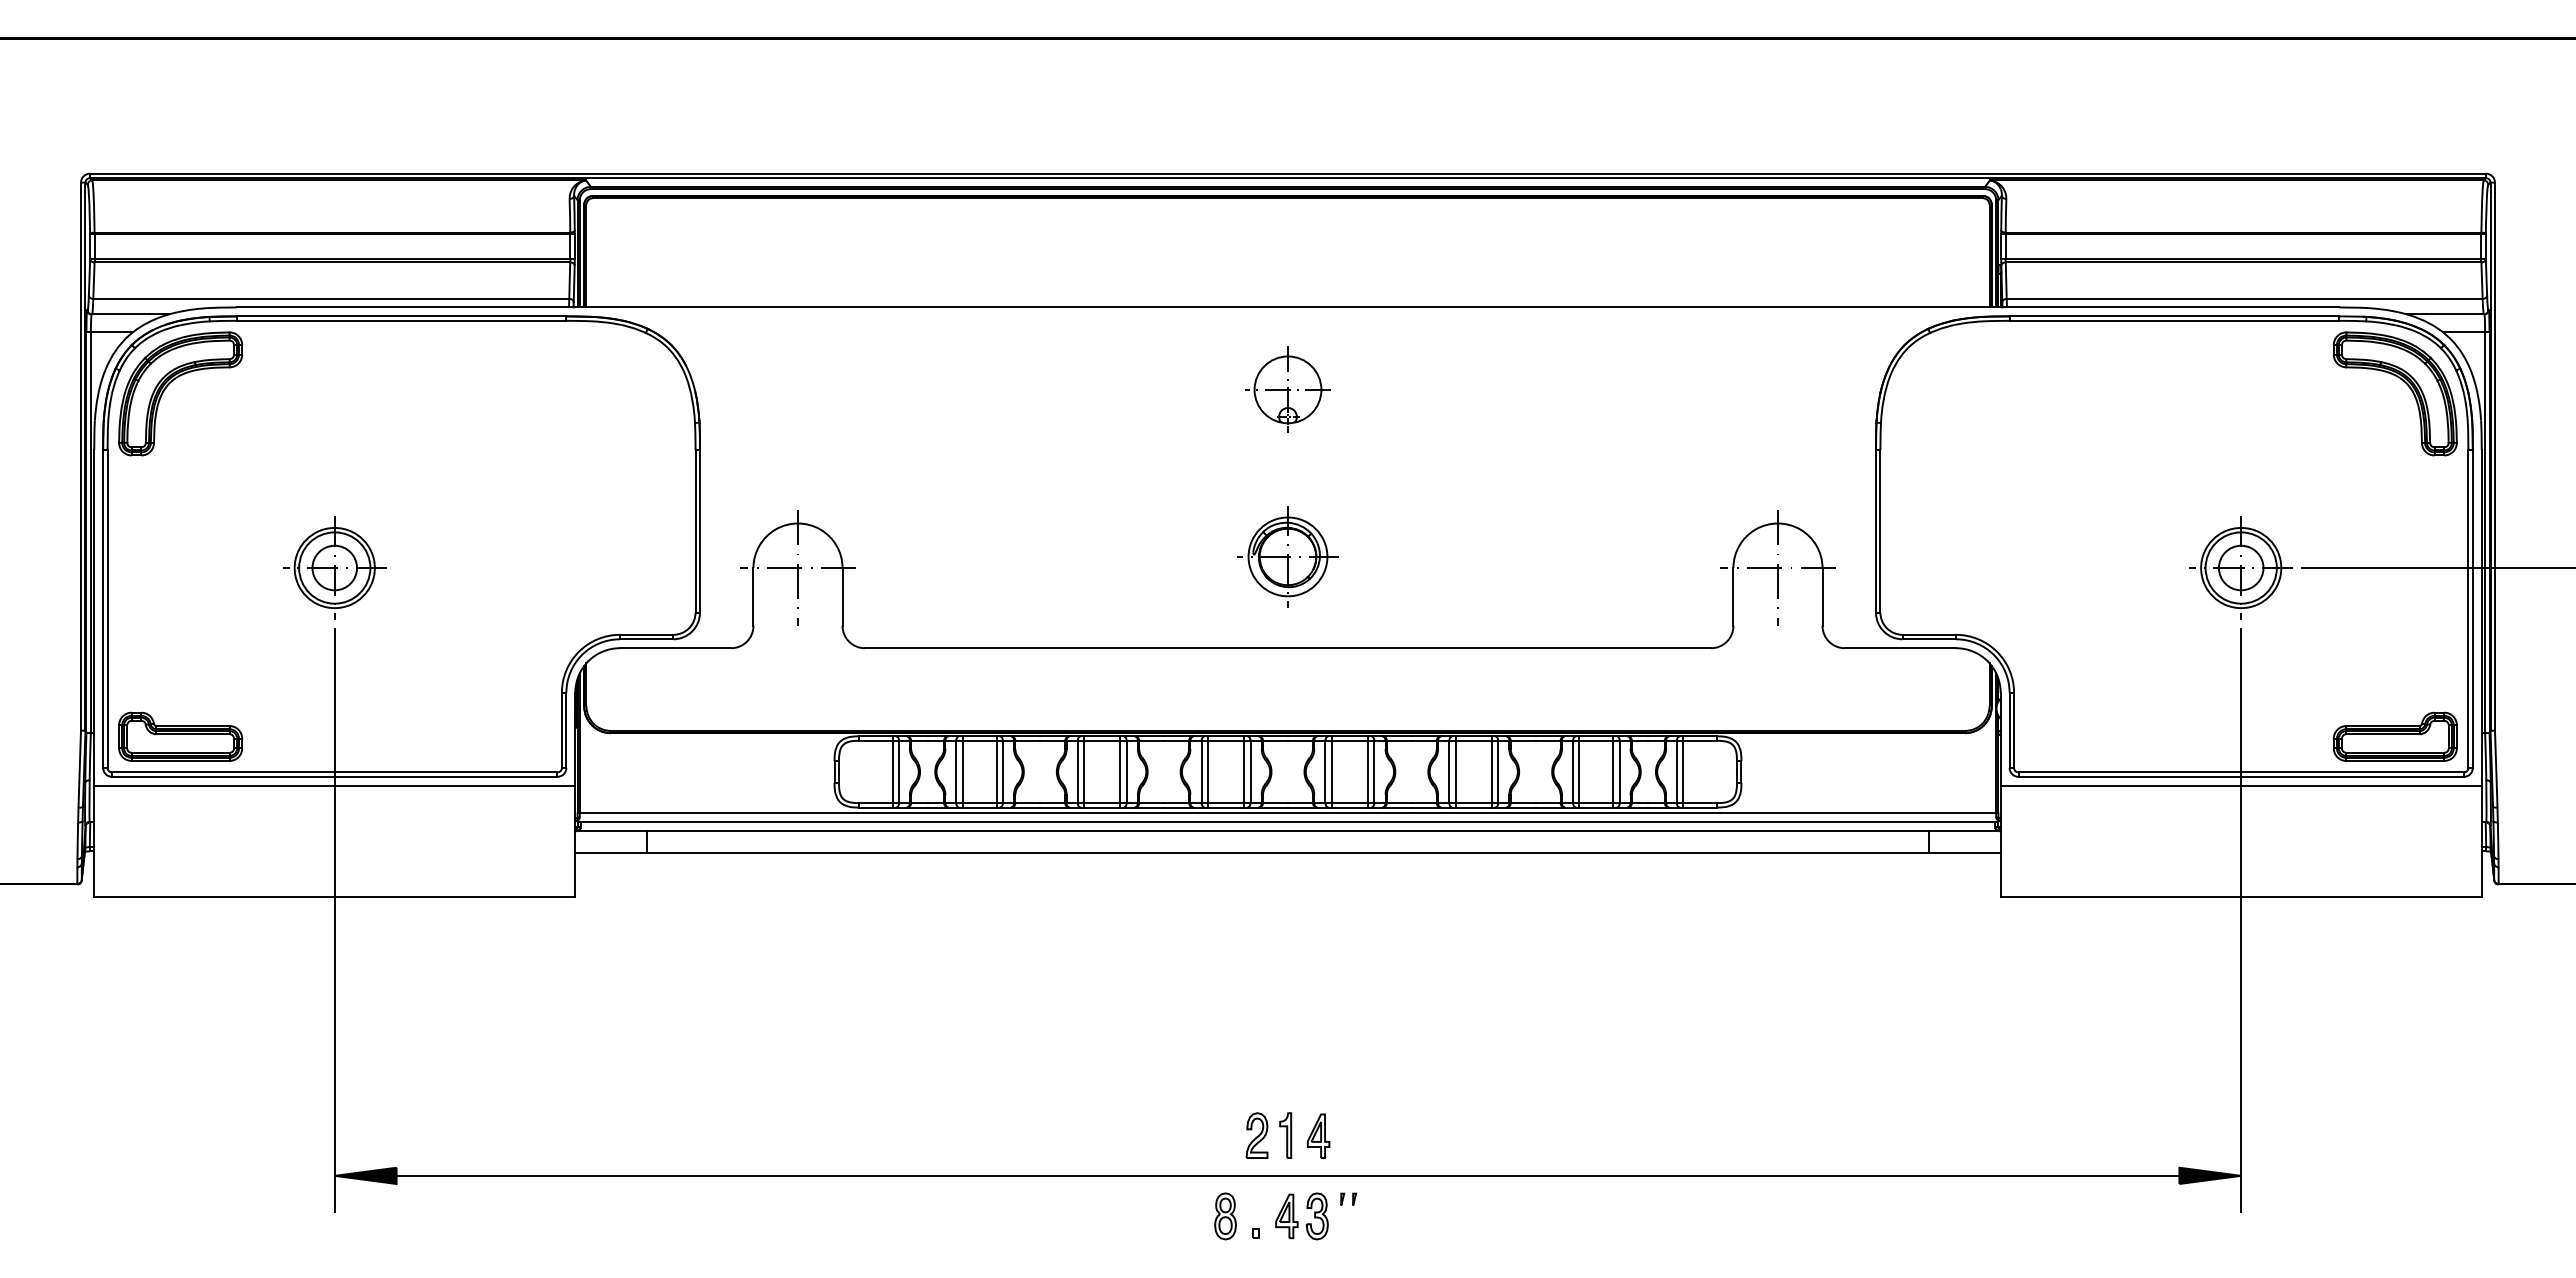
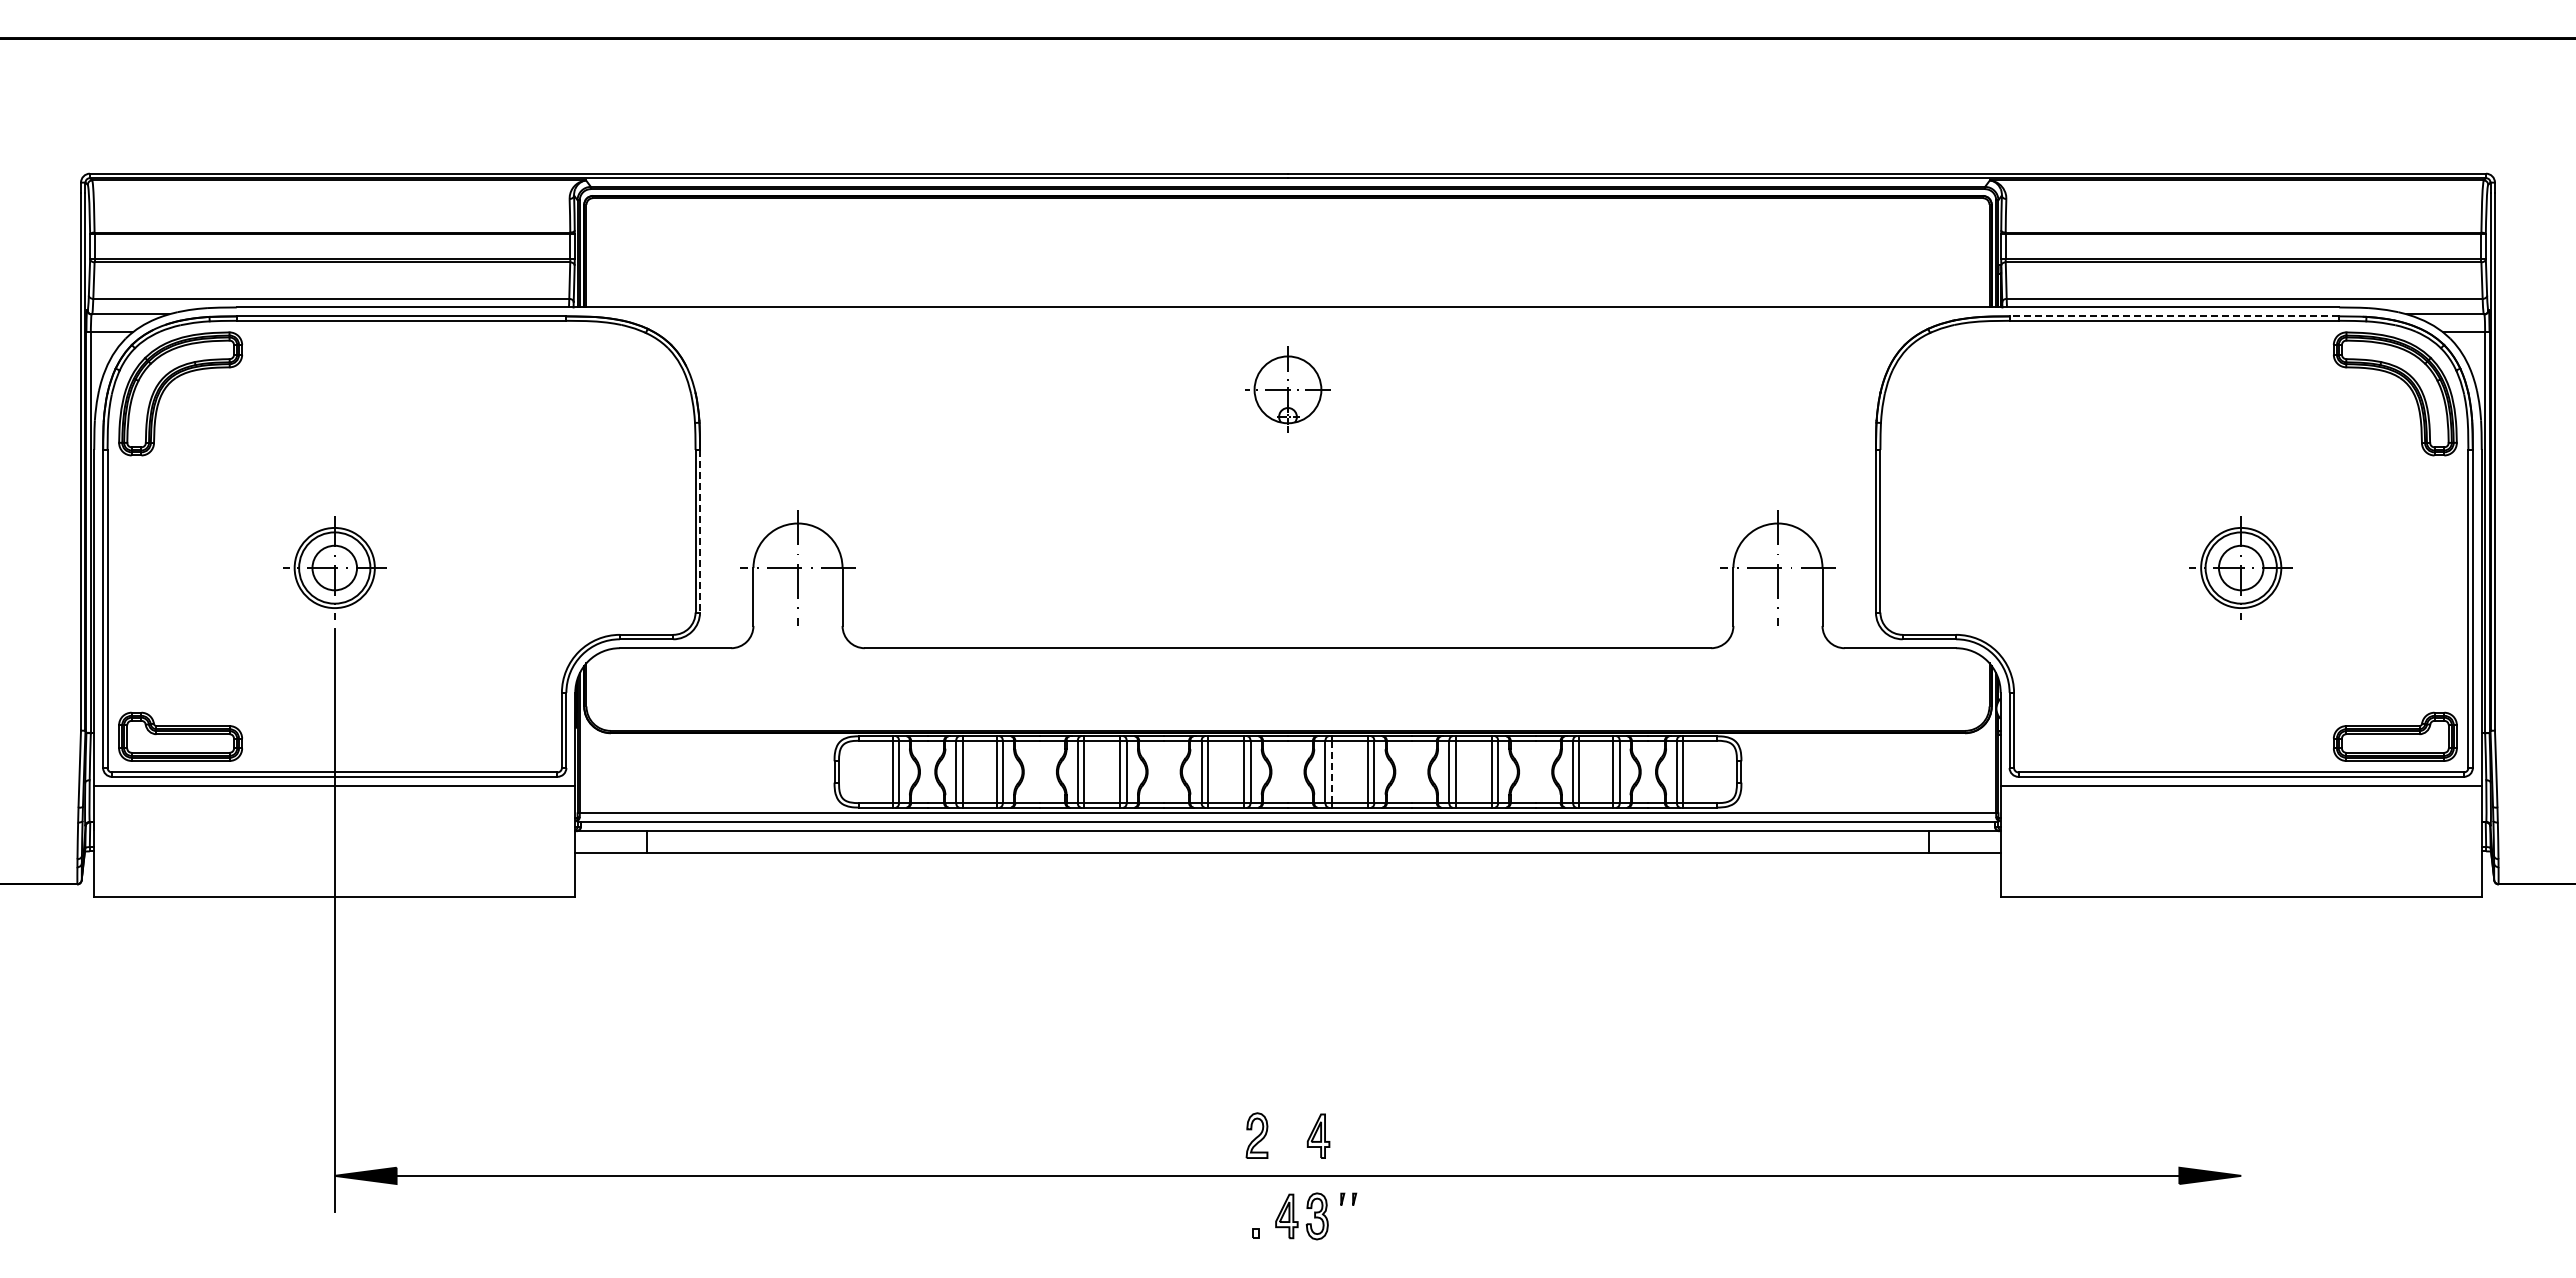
line at (2174, 316): solid -> dashed
line at (700, 531): solid -> dashed
part at (1287, 556): present -> none
line at (2437, 568): present -> none
line at (1331, 772): solid -> dashed
line at (2241, 920): present -> none
part at (1285, 1135): present -> none
part at (1225, 1216): present -> none
